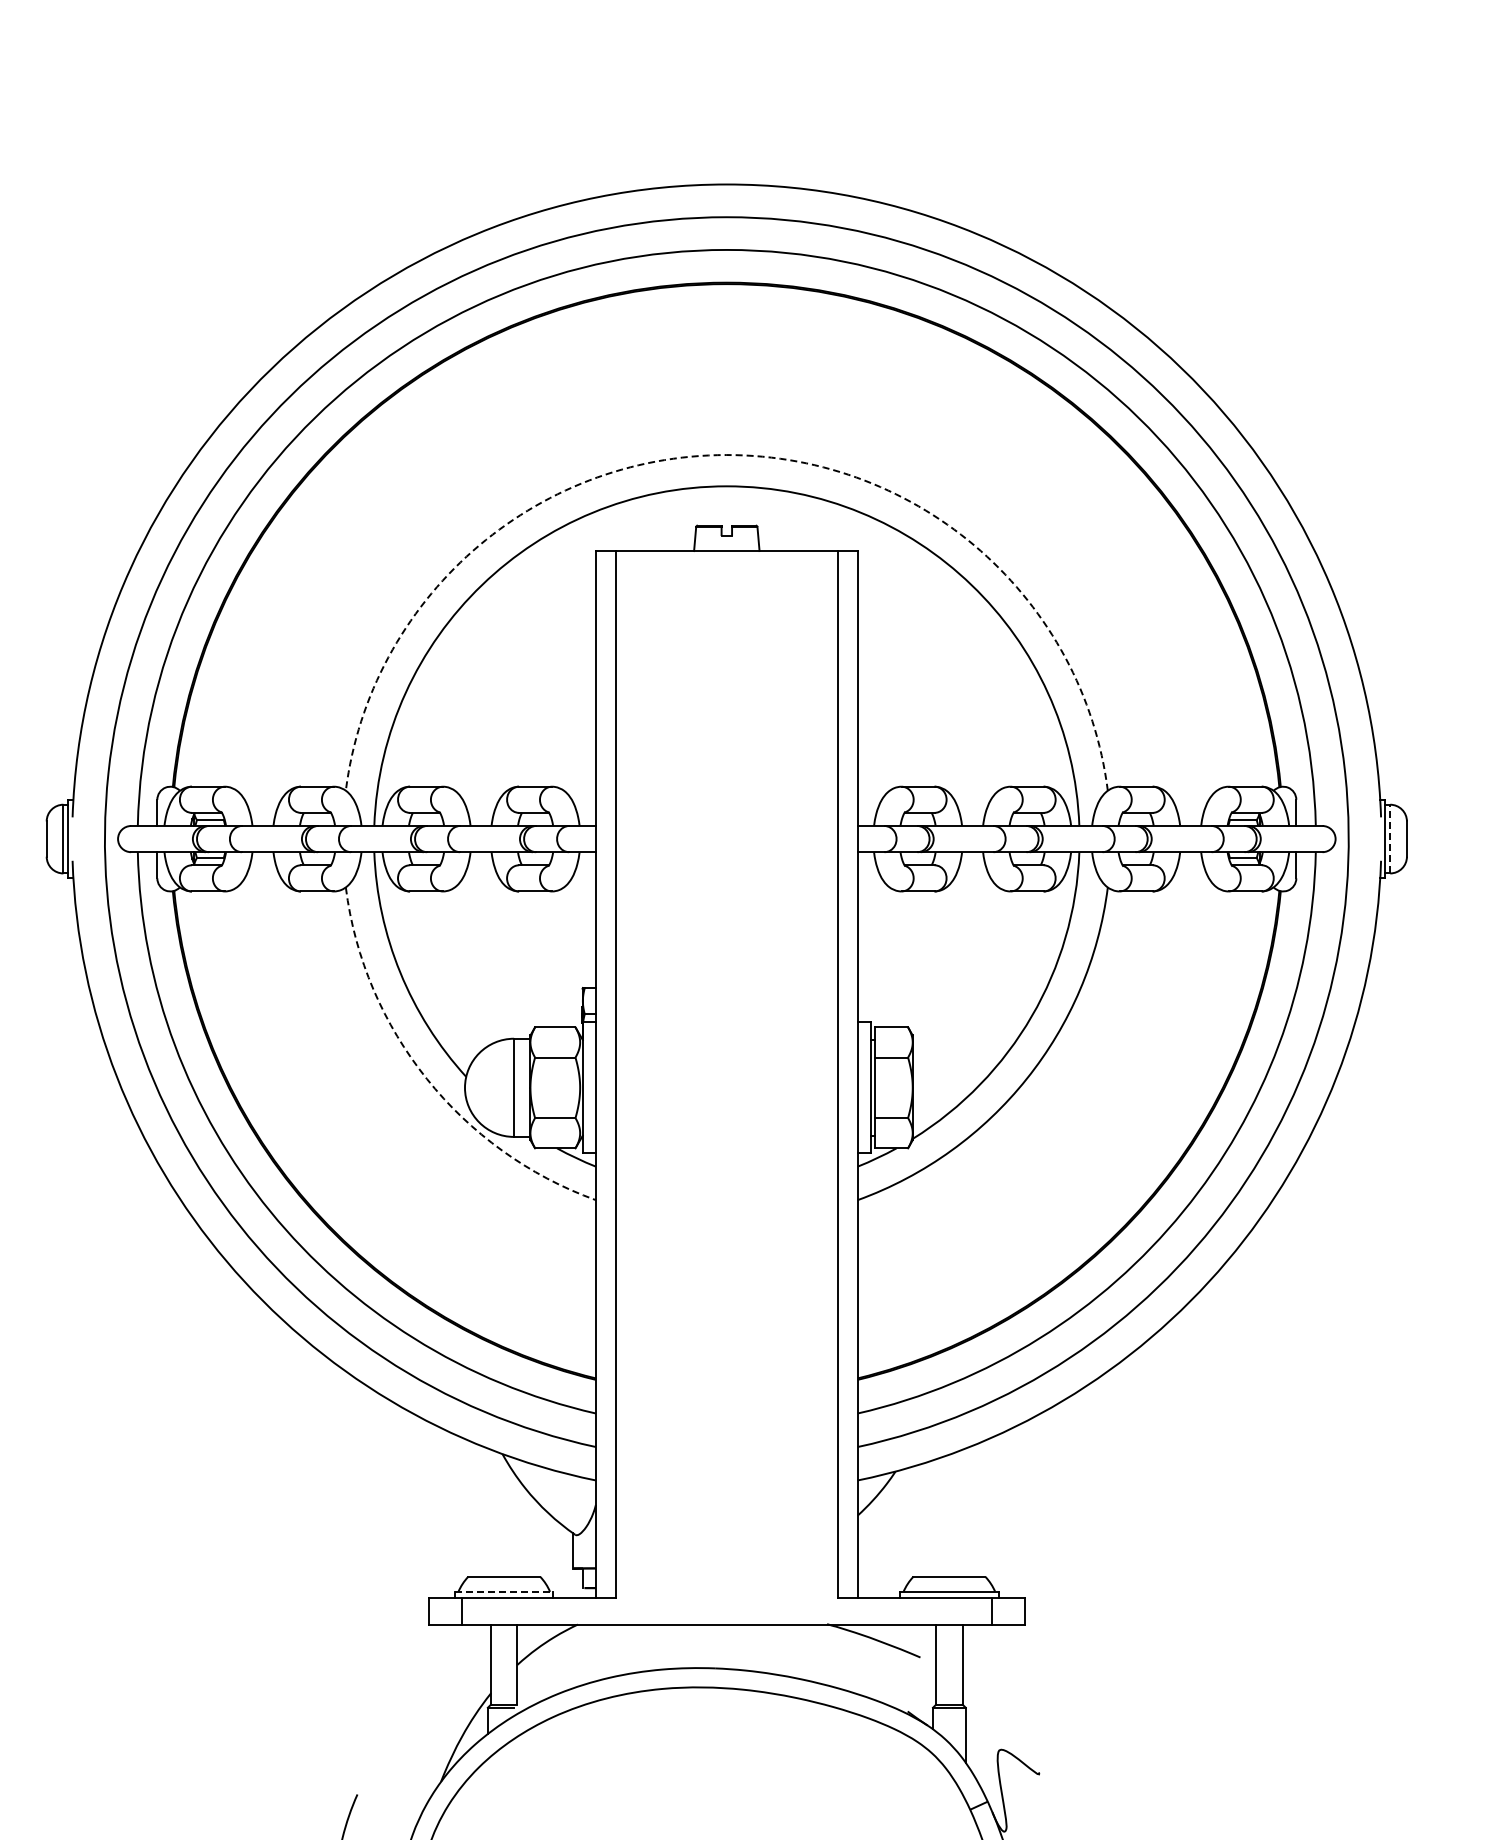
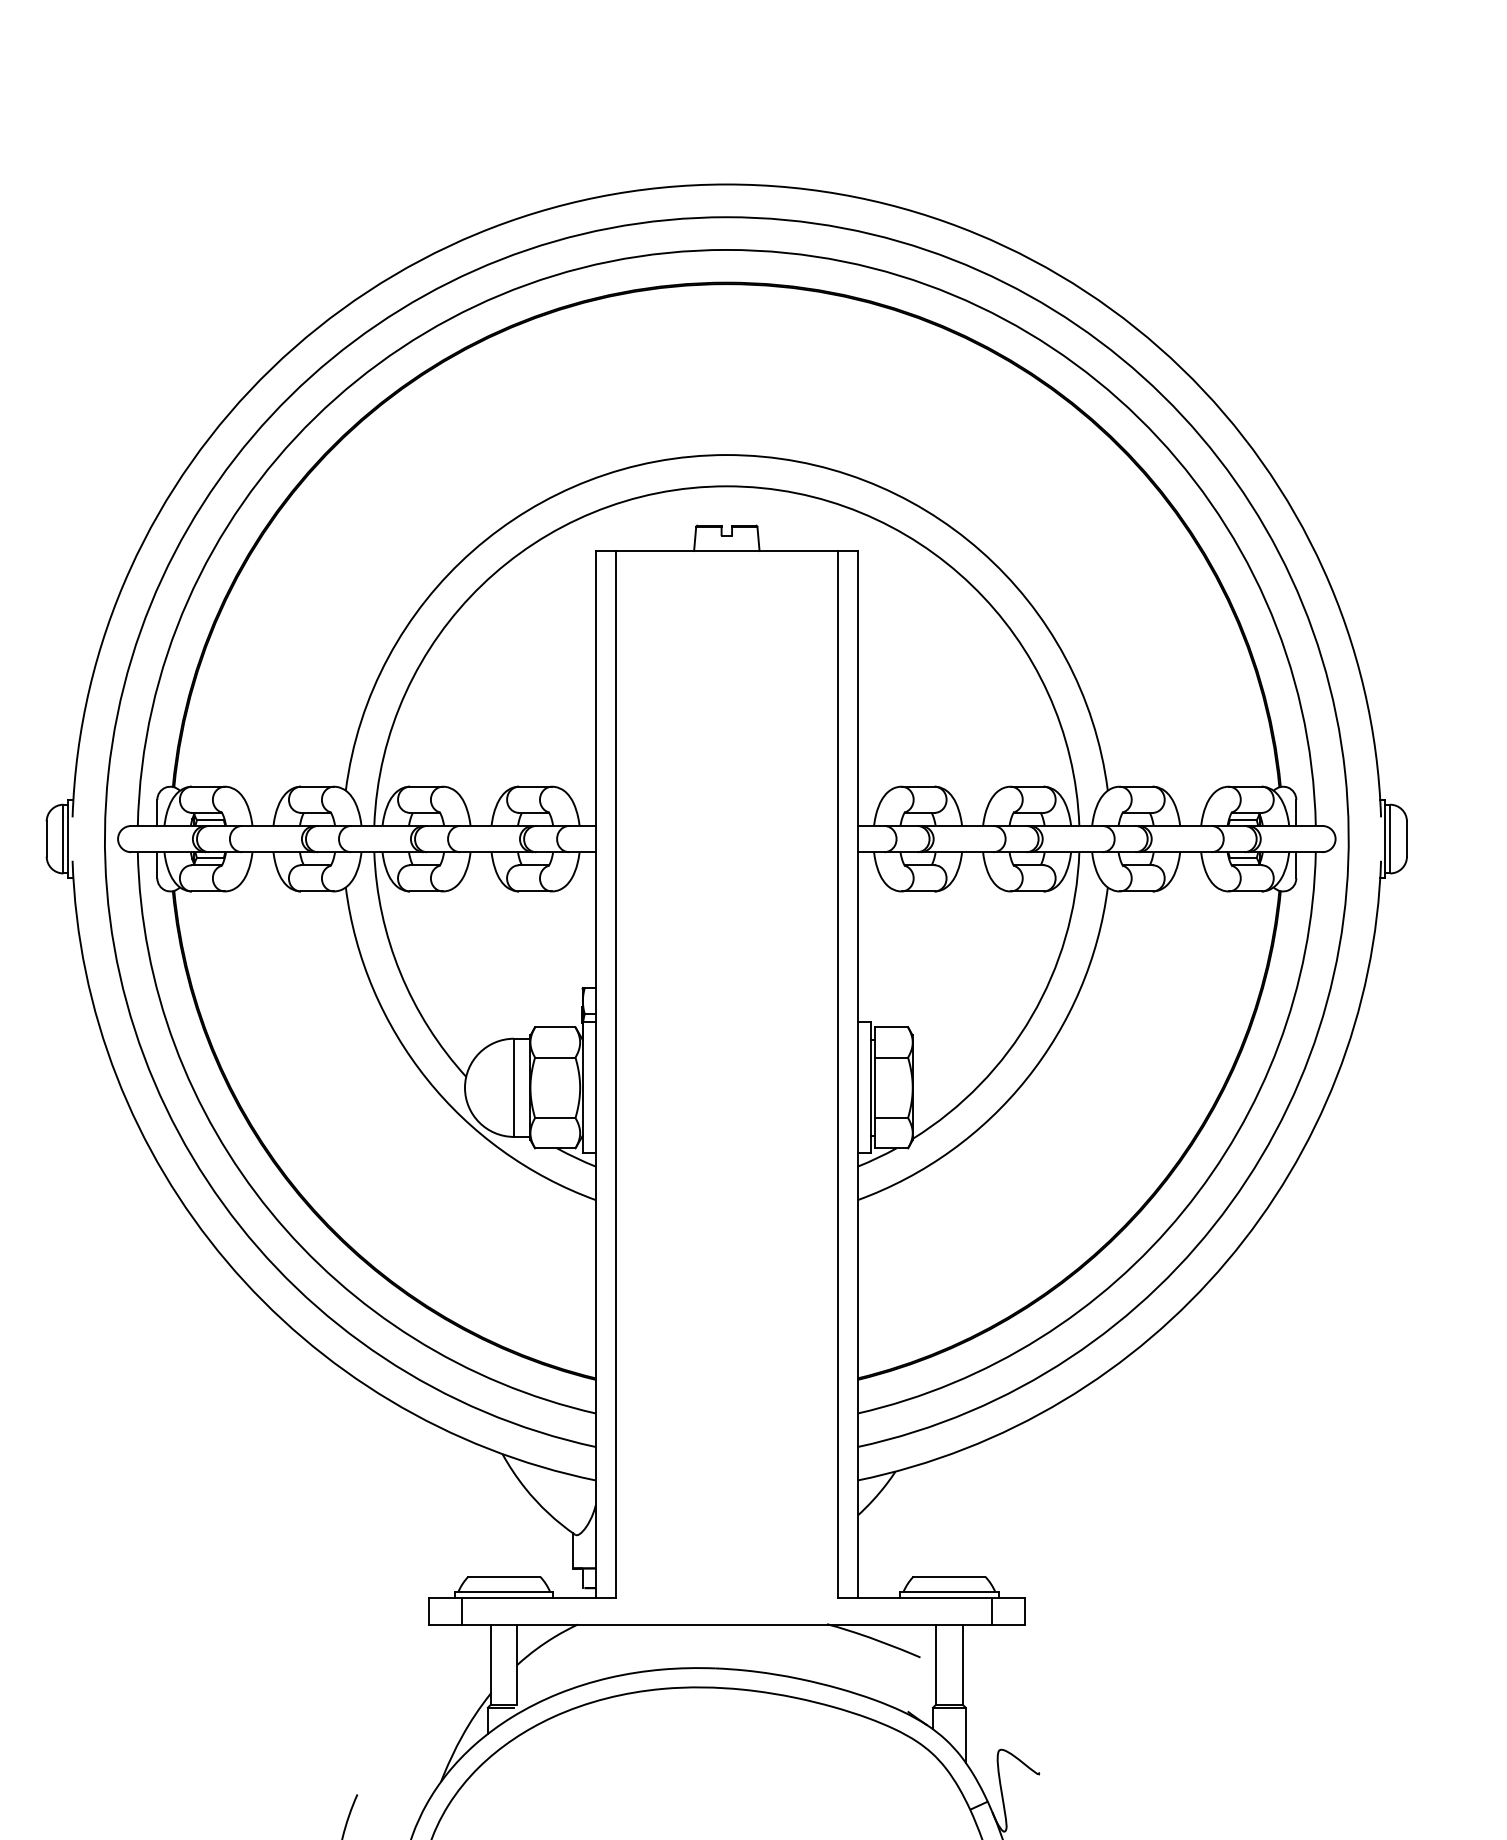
arc at (726, 455): dashed -> solid
line at (1390, 838): dashed -> solid
arc at (426, 1078): dashed -> solid
line at (504, 1591): dashed -> solid
